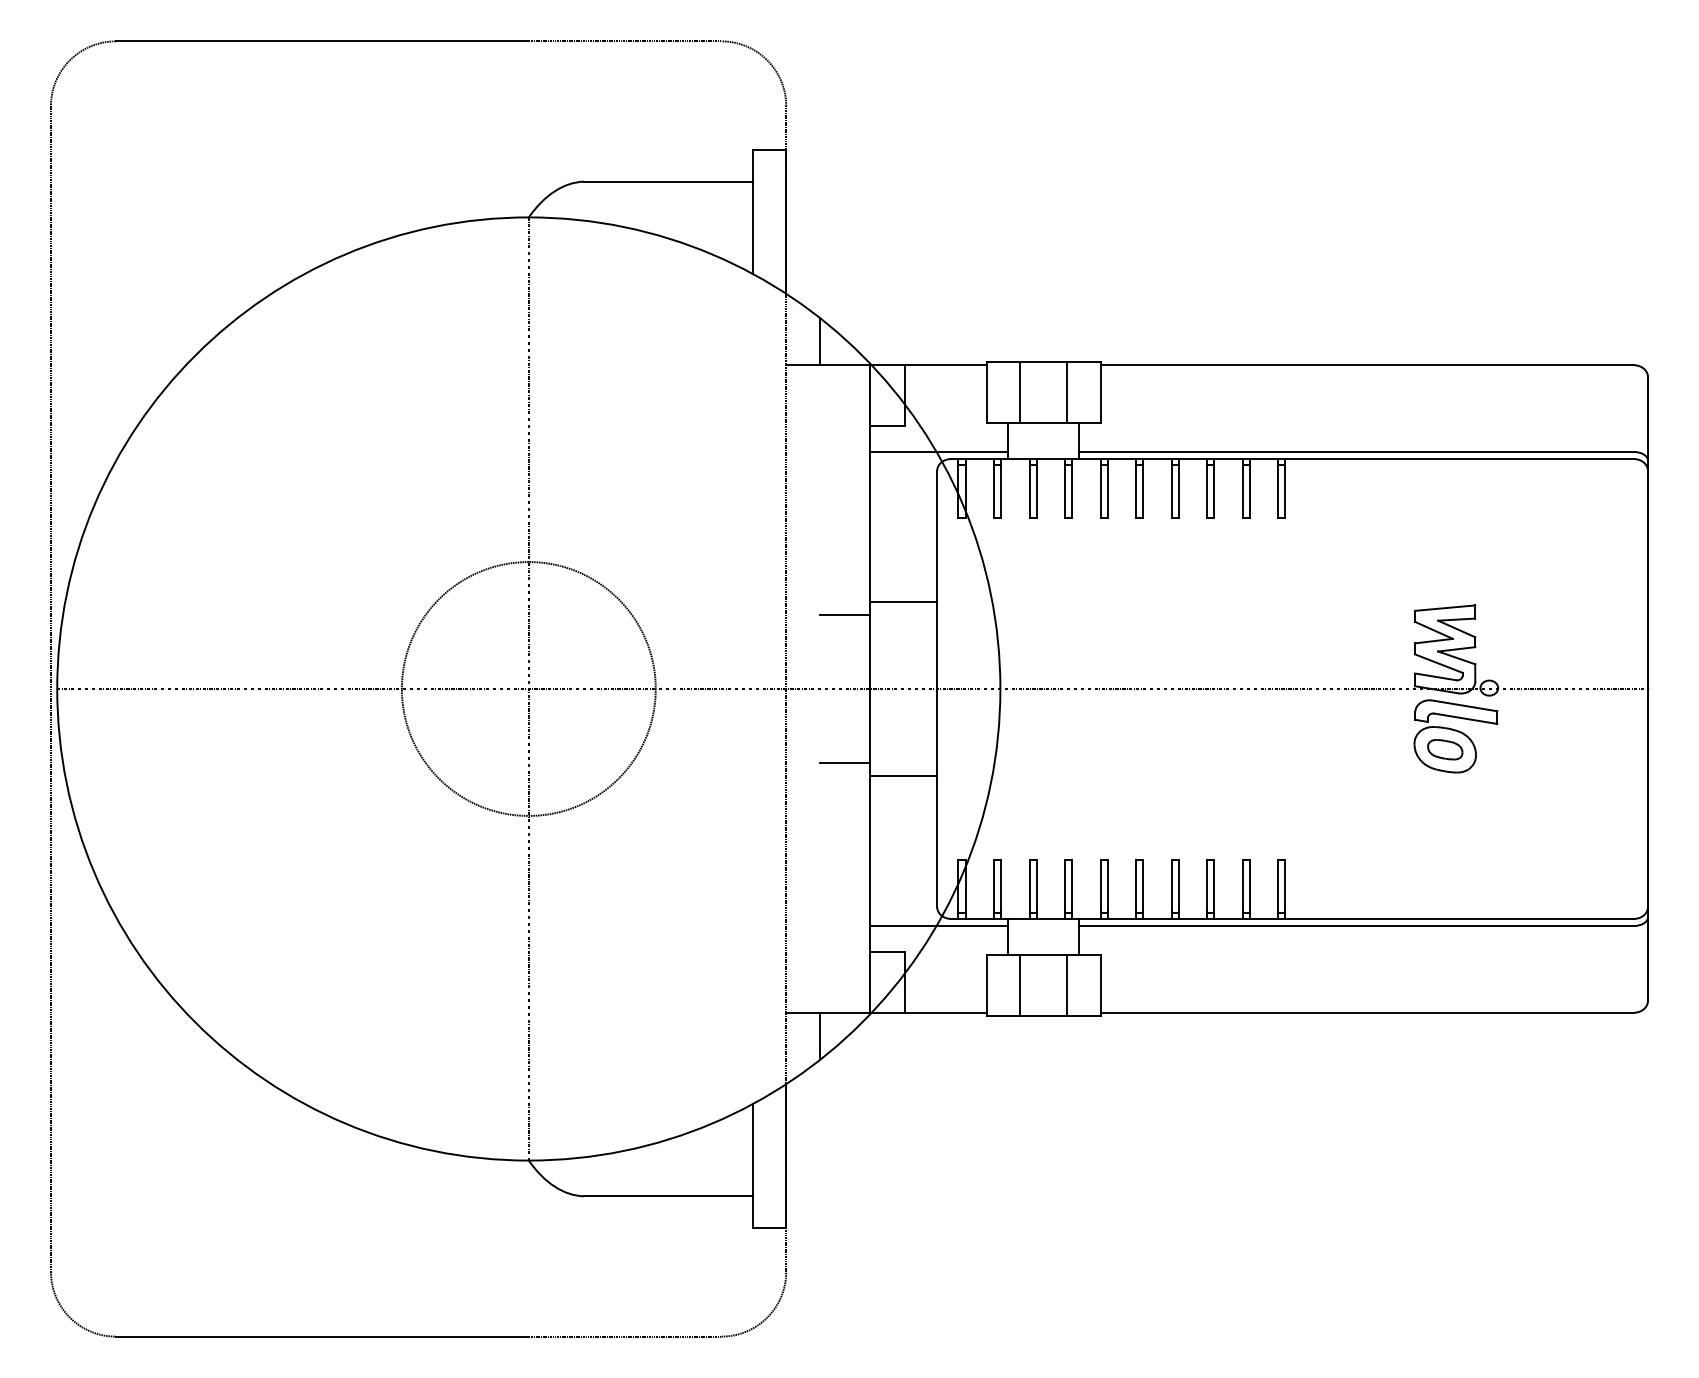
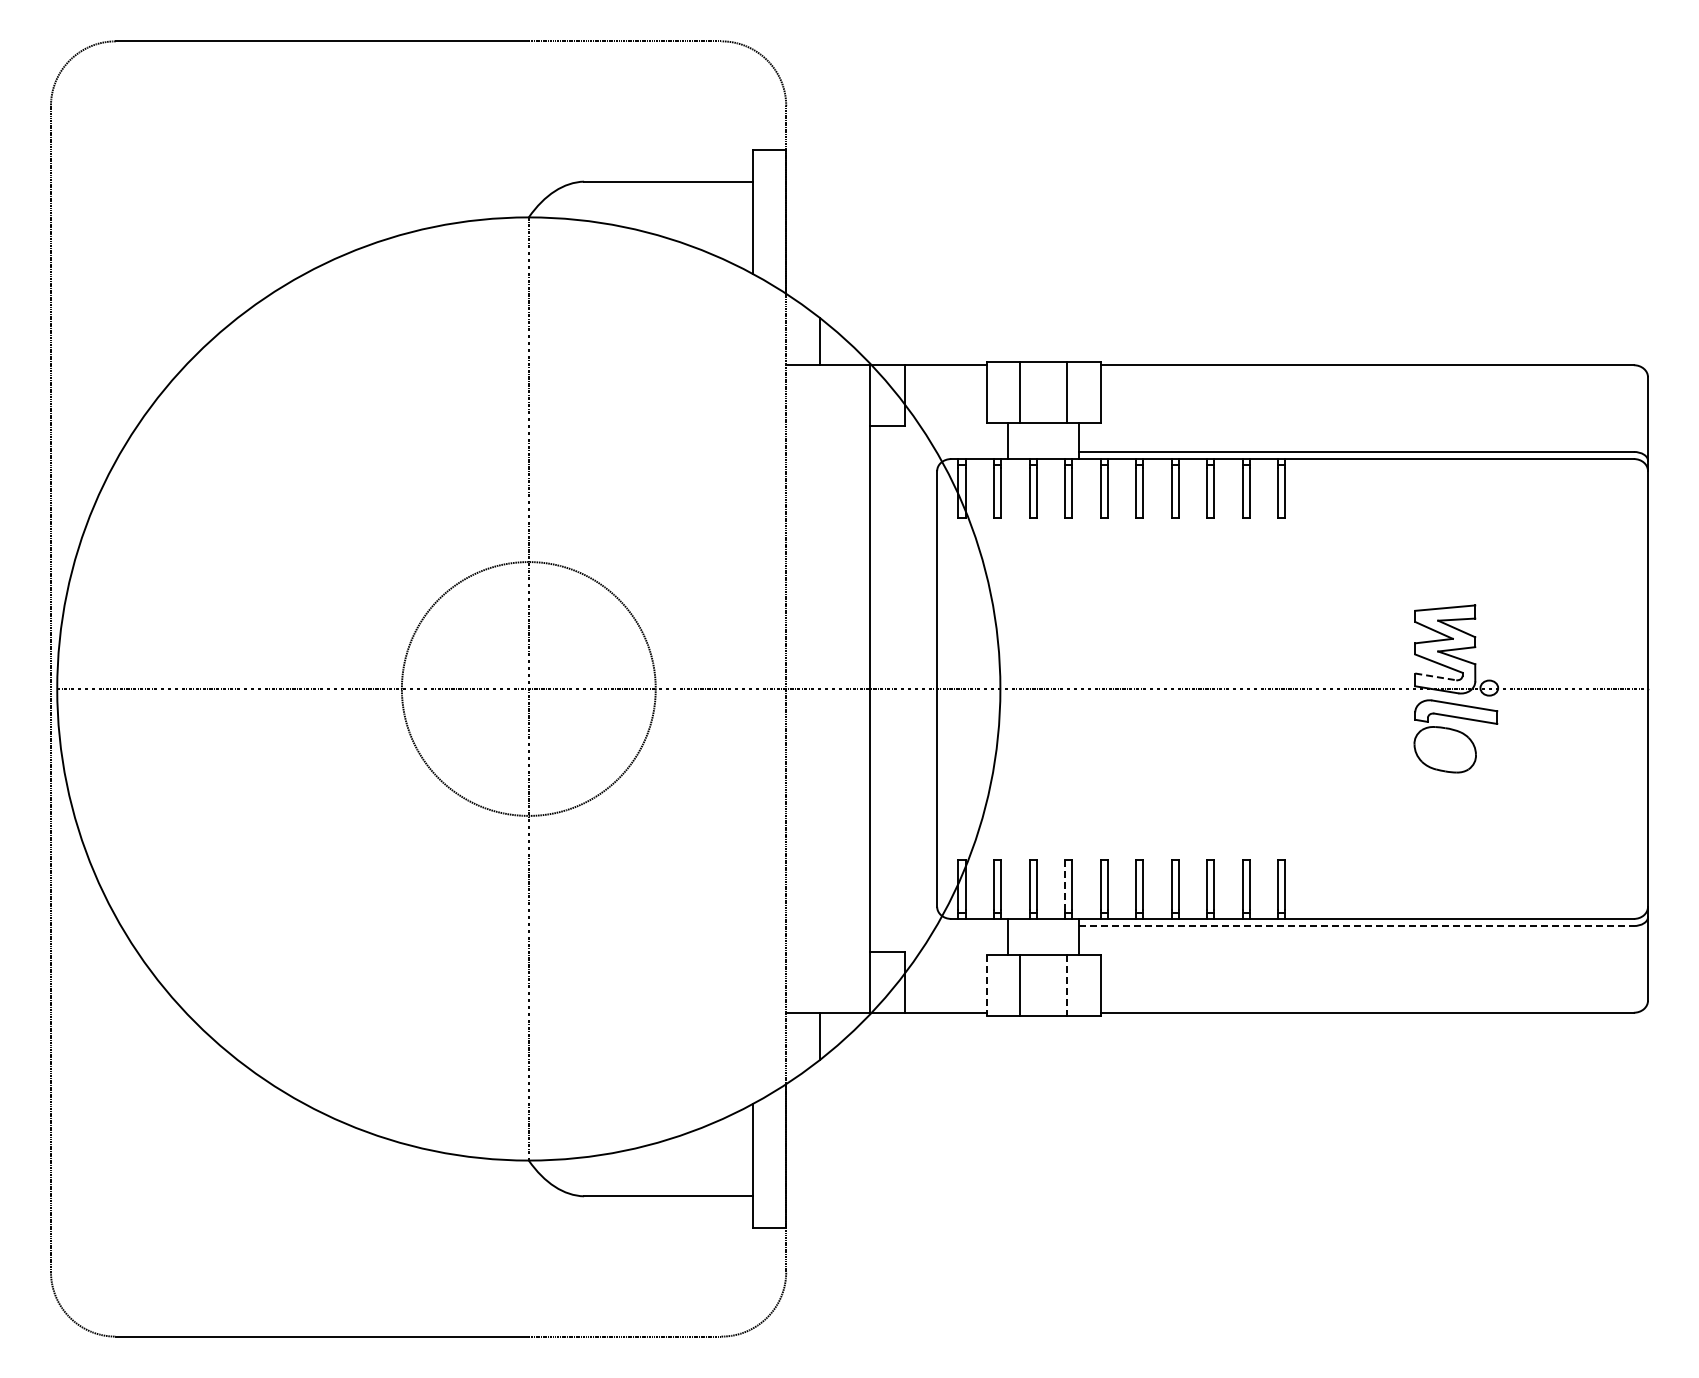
line at (938, 451): present -> none
line at (903, 602): present -> none
line at (844, 615): present -> none
line at (1435, 676): solid -> dashed
part at (1445, 749): present -> none
line at (844, 762): present -> none
line at (903, 775): present -> none
line at (1065, 884): solid -> dashed
line at (938, 926): present -> none
line at (1357, 926): solid -> dashed
line at (986, 986): solid -> dashed
line at (1067, 986): solid -> dashed
